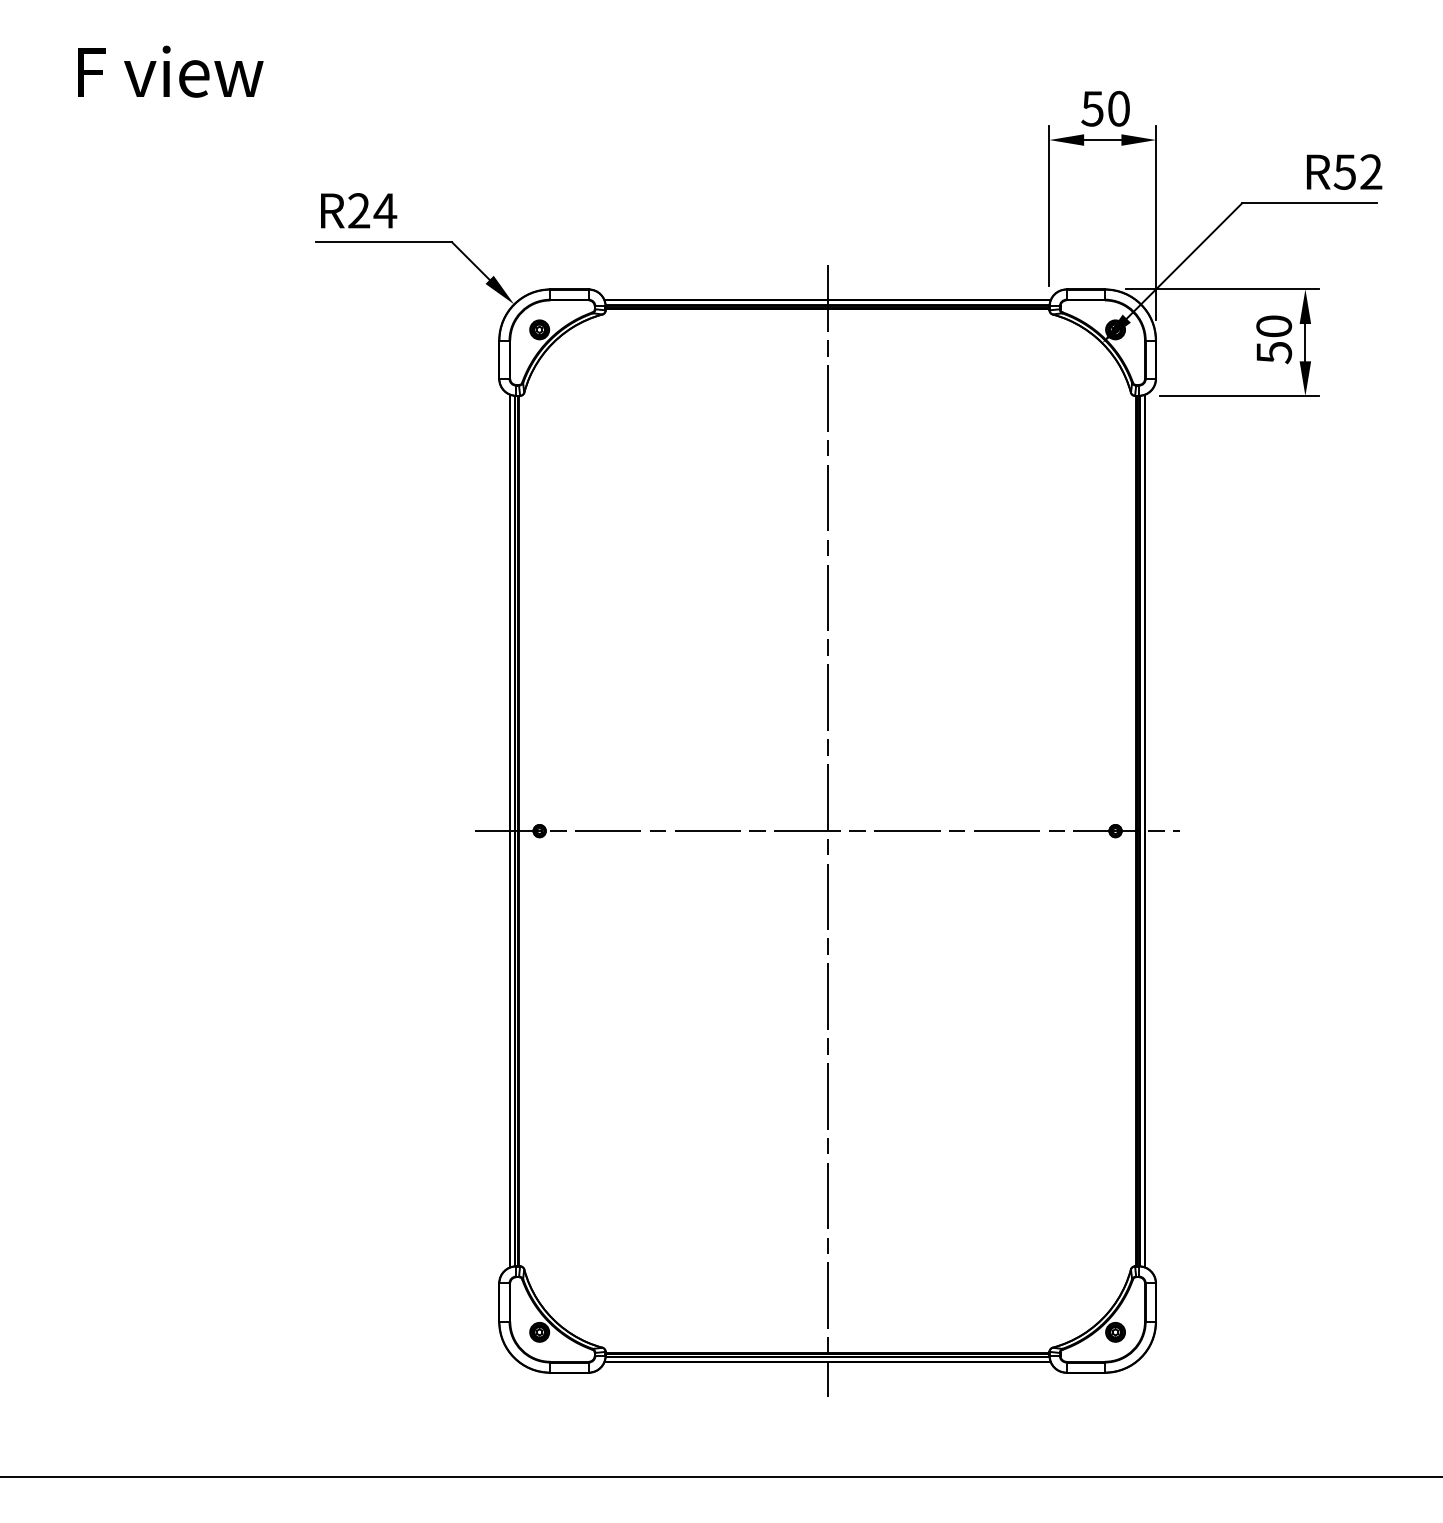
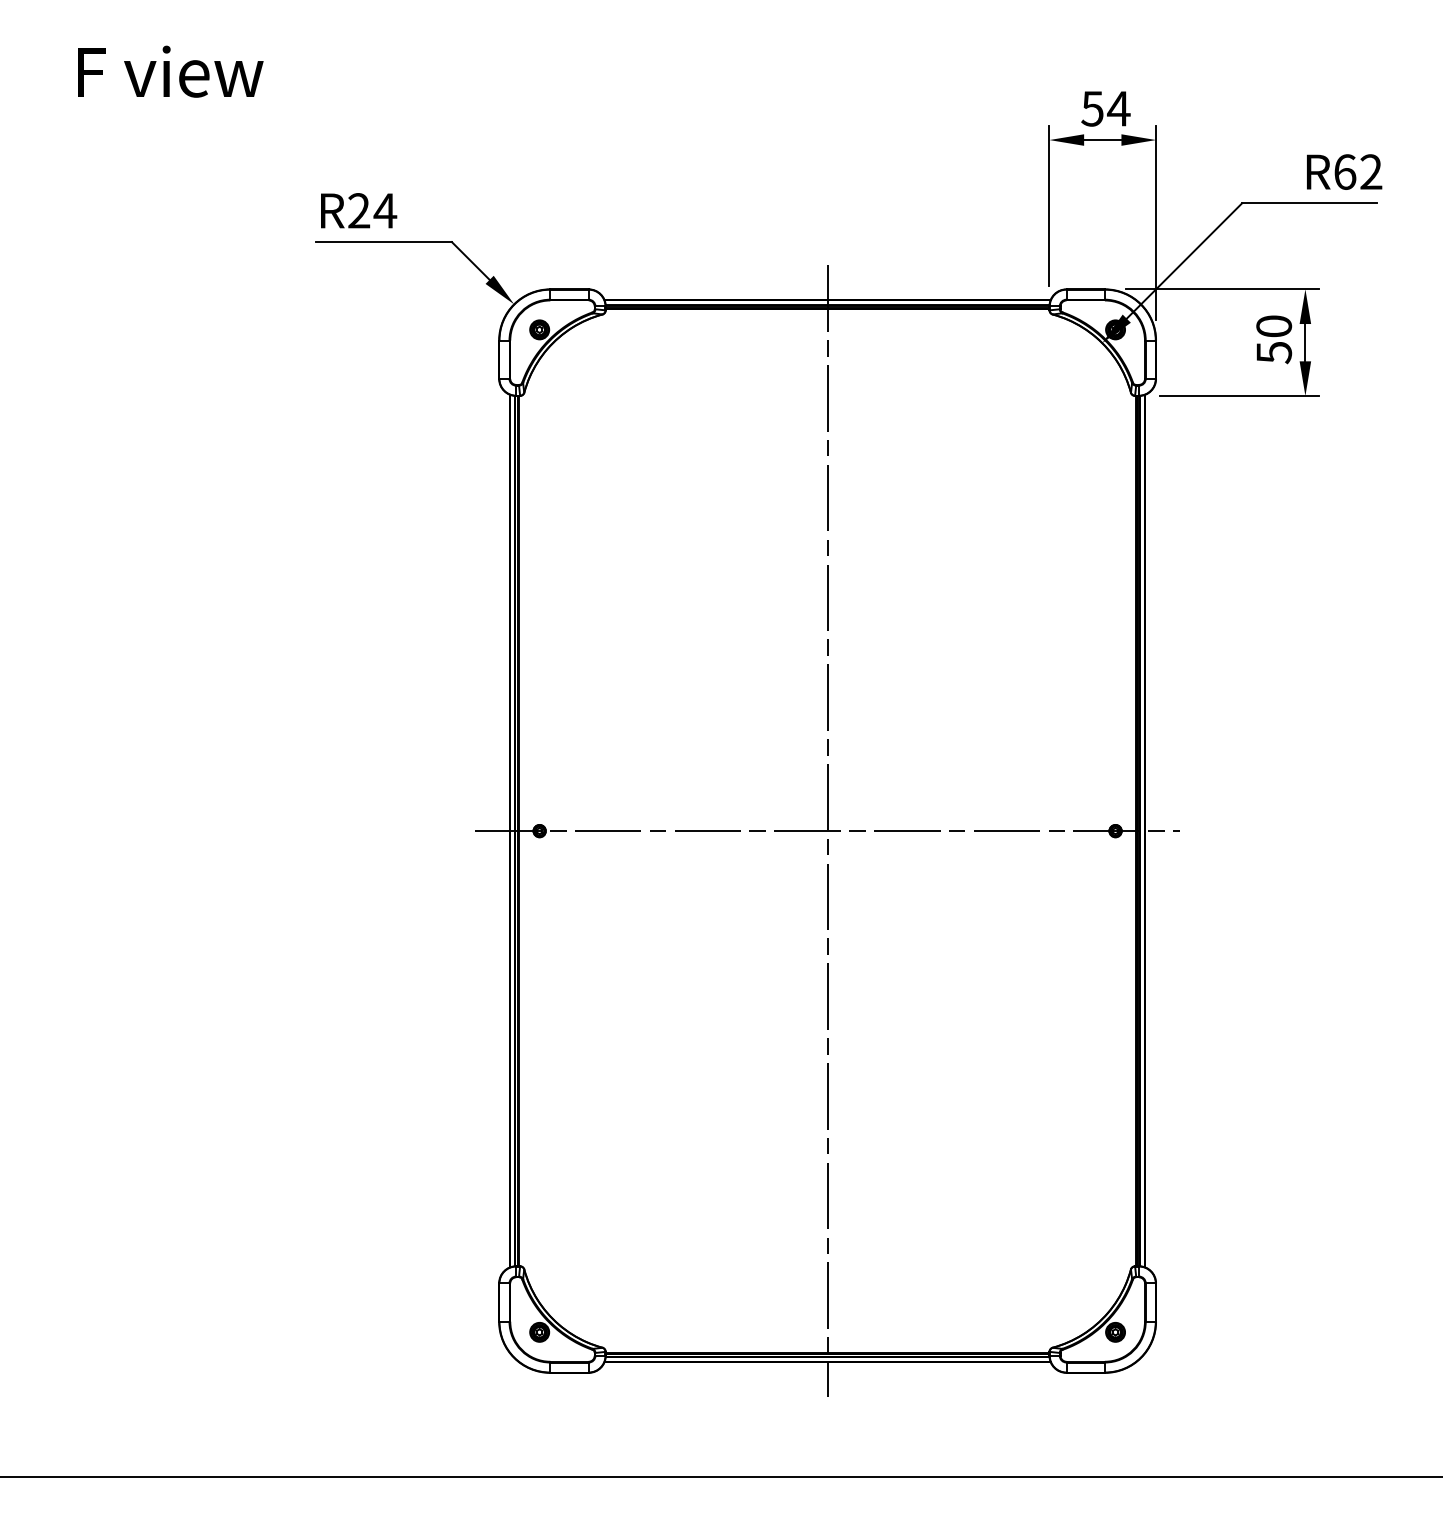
text at (1118, 108): 50 -> 54
text at (1344, 171): R52 -> R62
